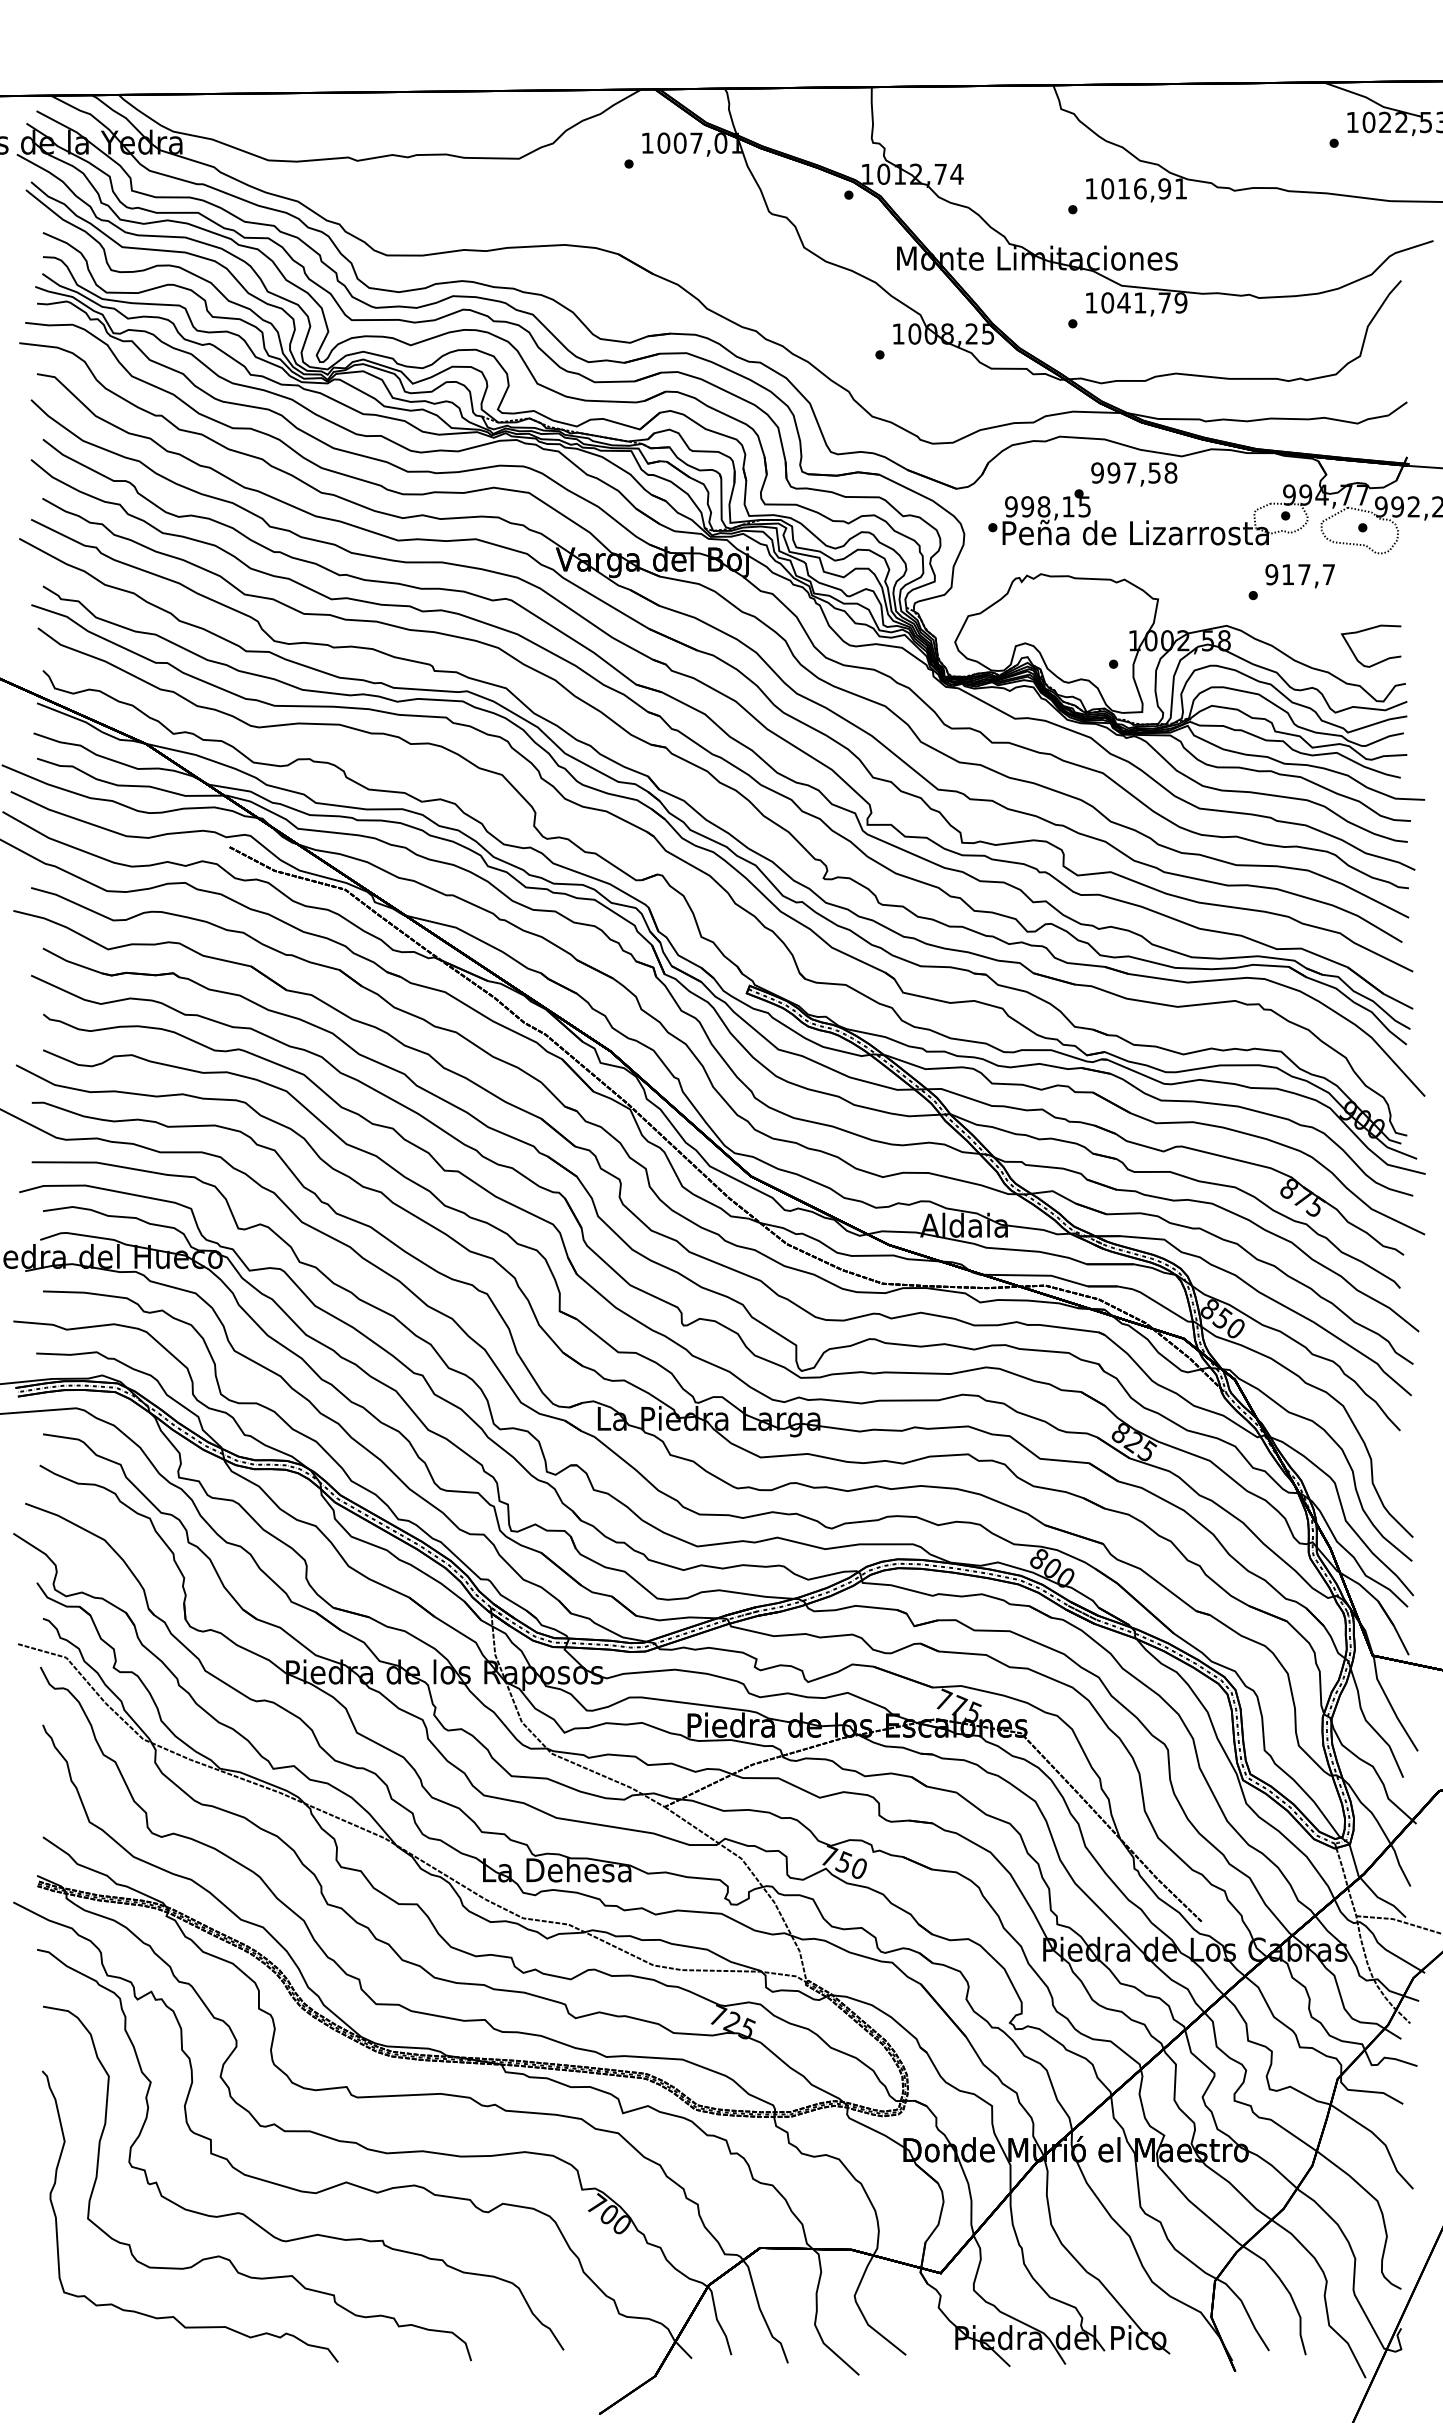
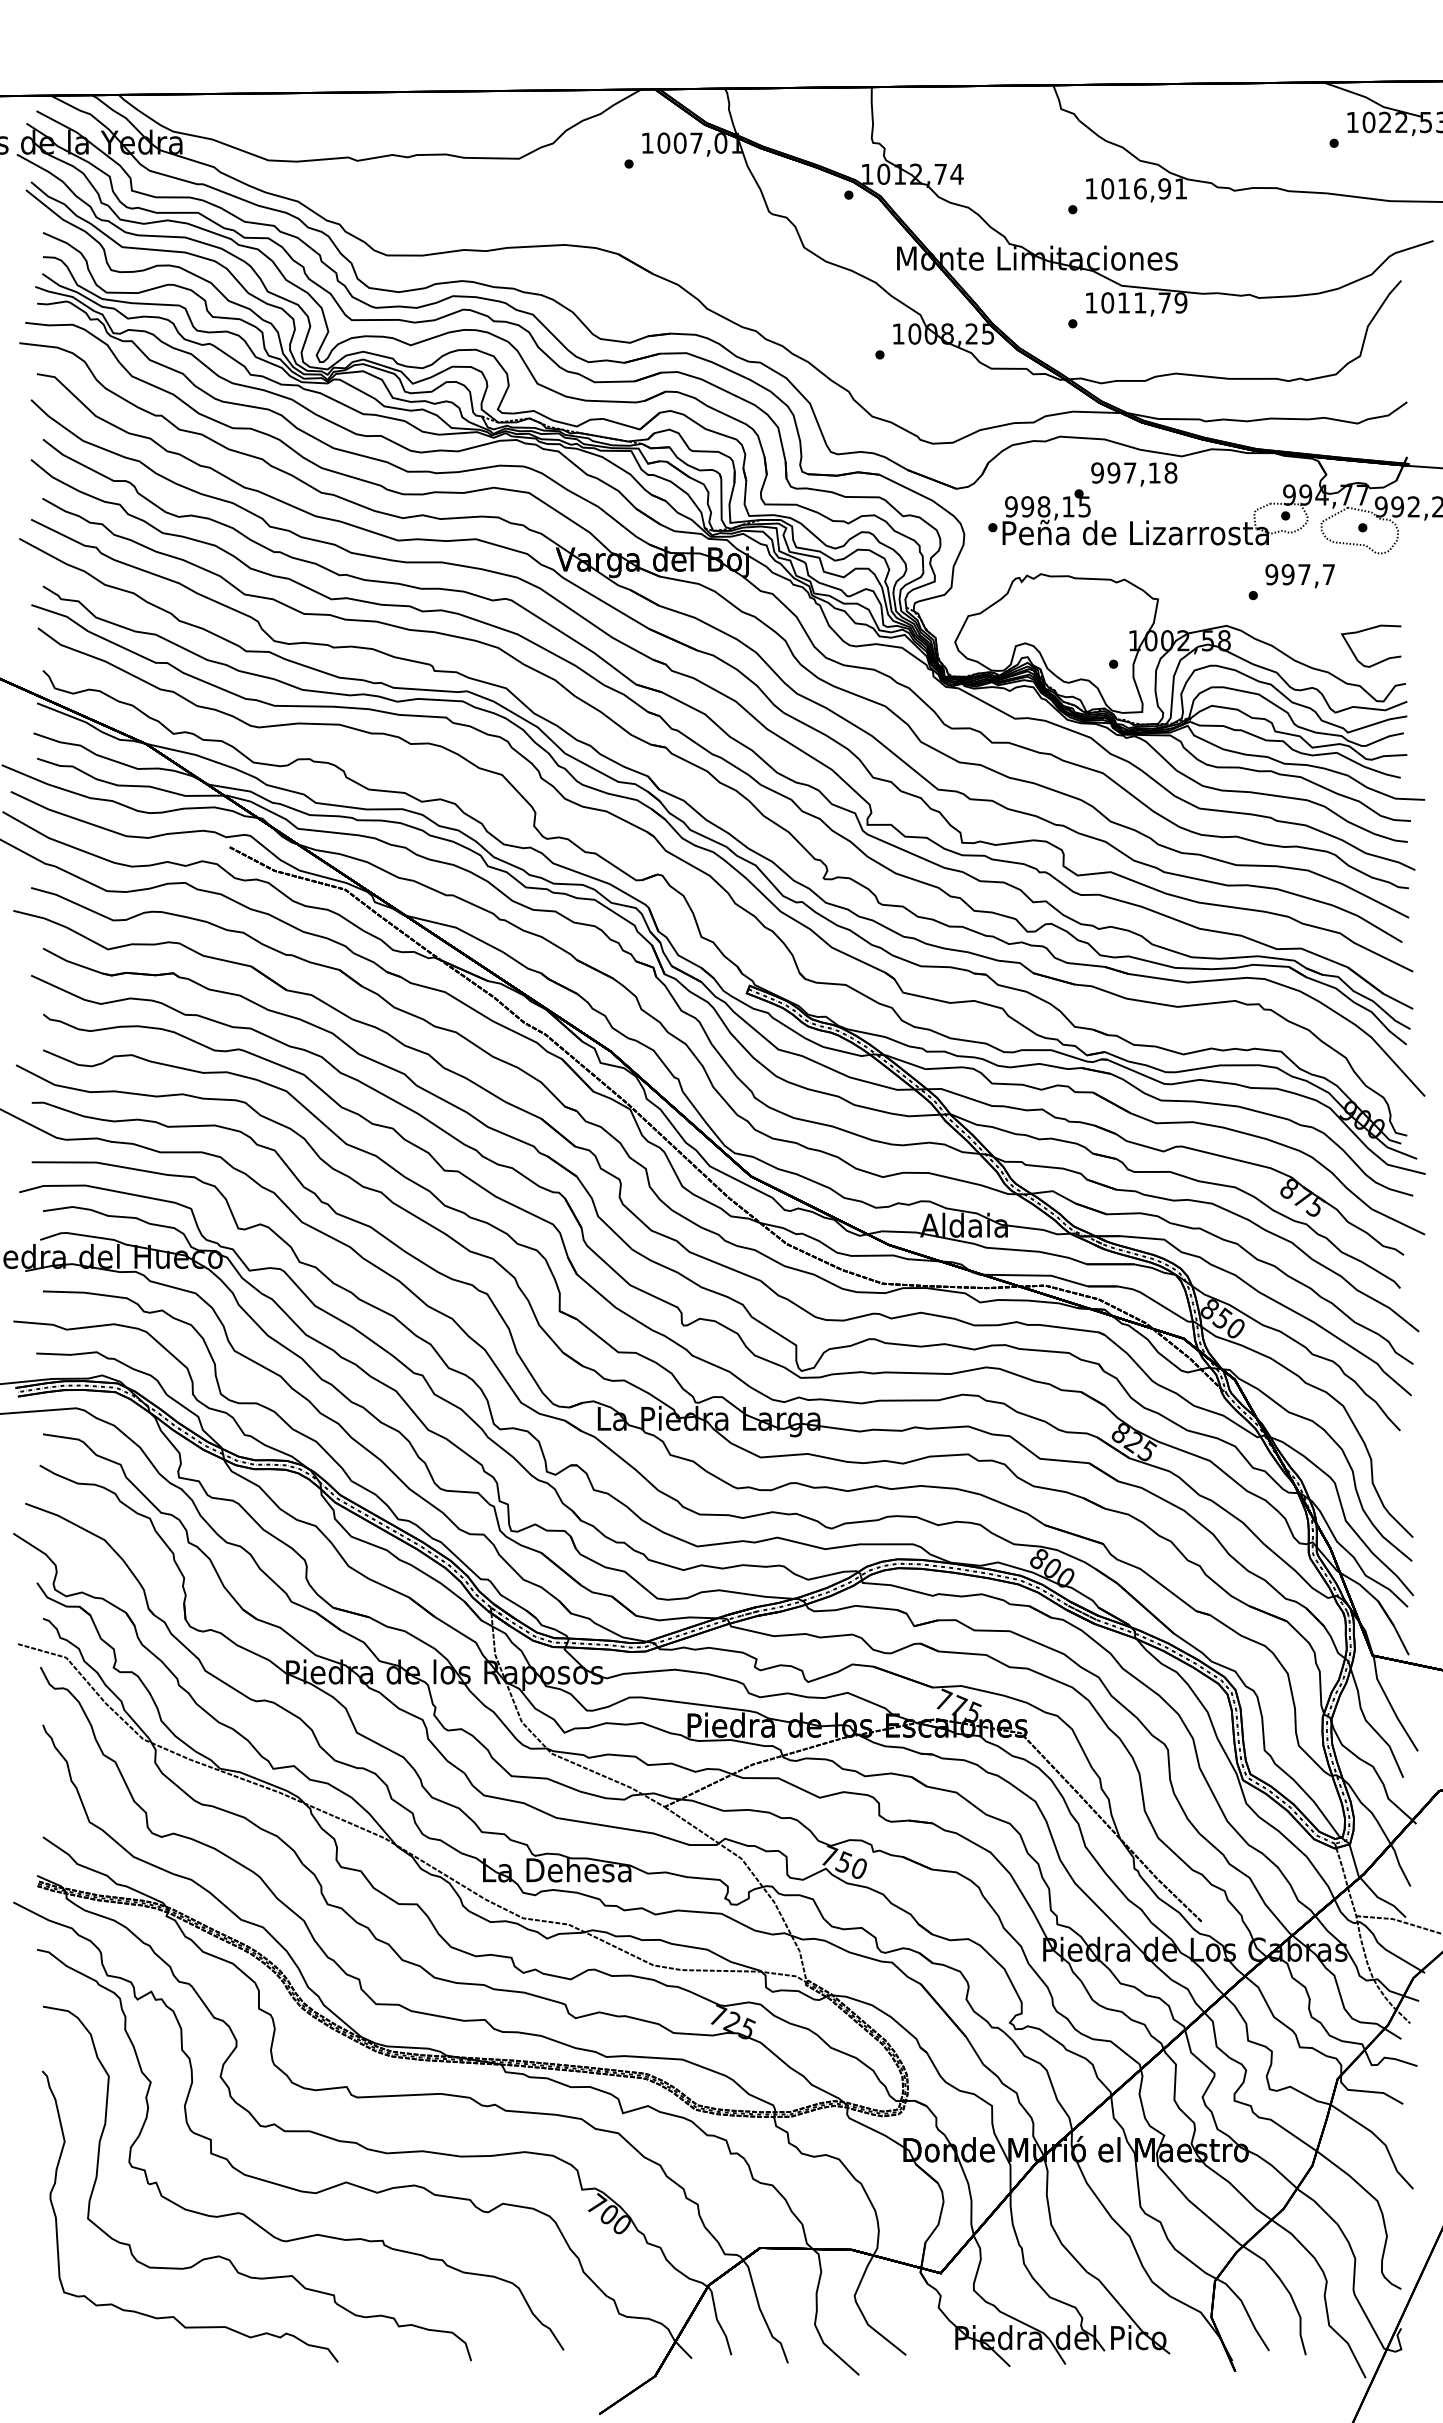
text at (1123, 302): 1041,79 -> 1011,79
text at (1154, 472): 997,58 -> 997,18
text at (1287, 574): 917,7 -> 997,7
